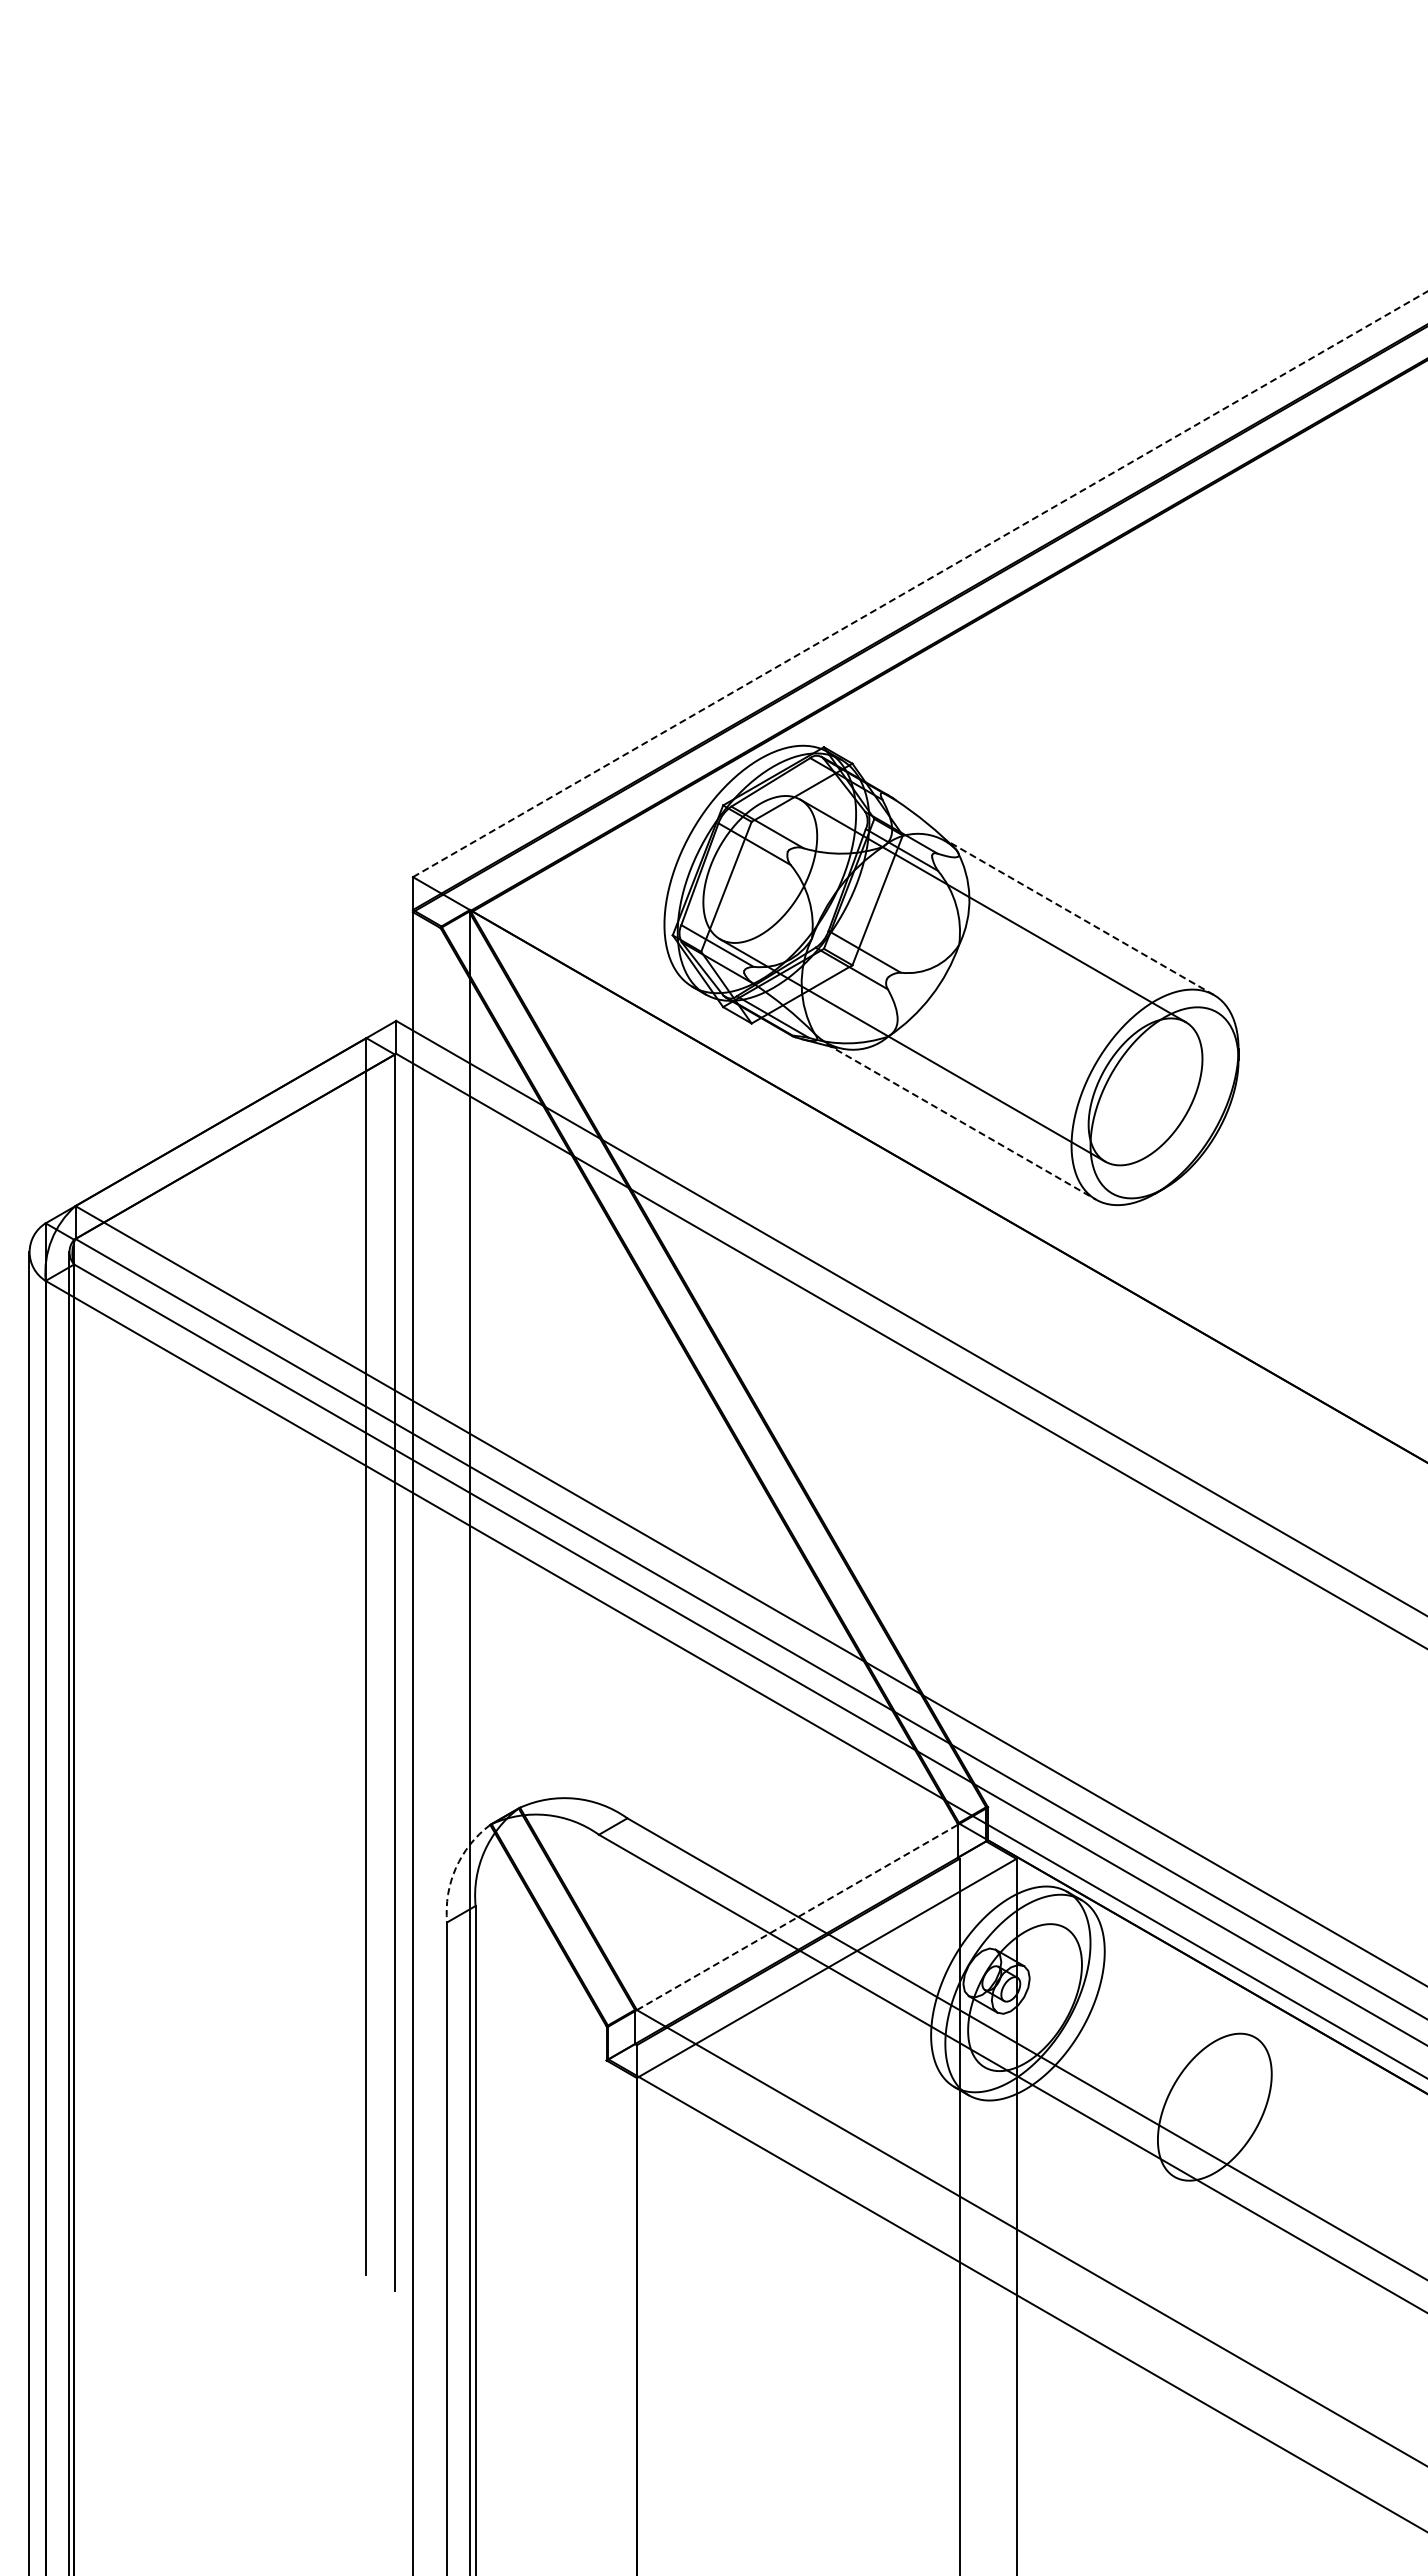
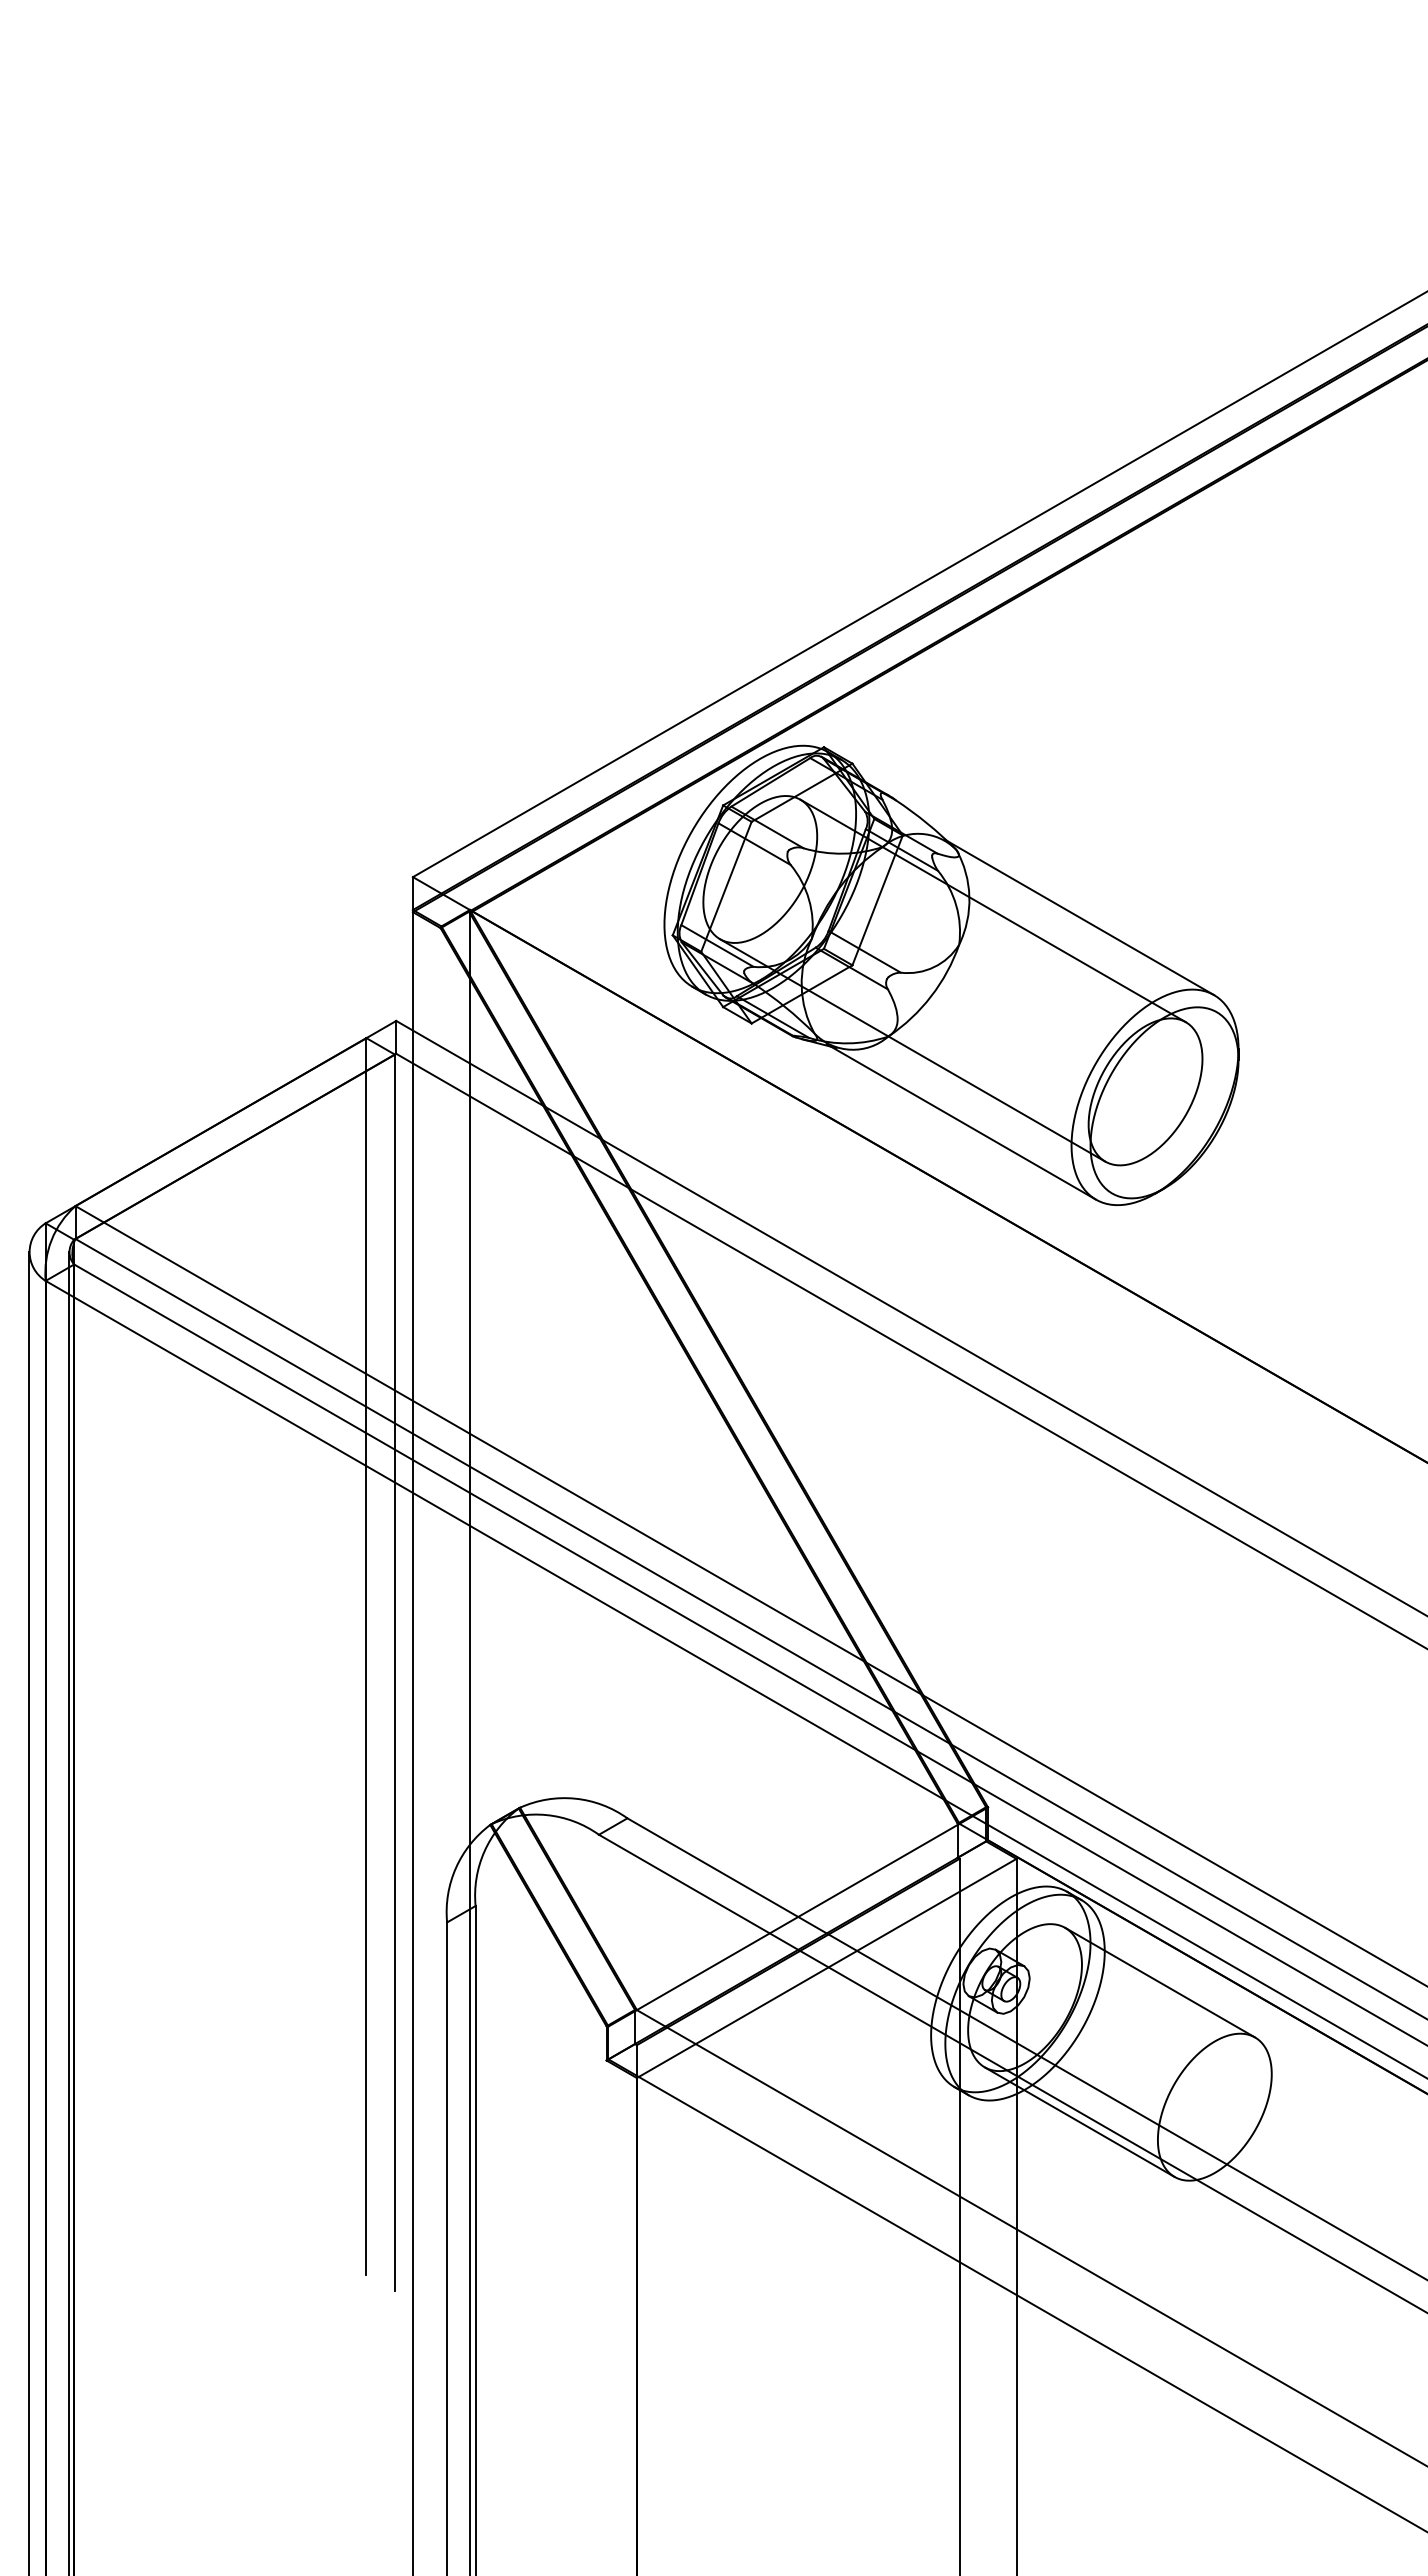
line at (920, 584): dashed -> solid
line at (1079, 917): dashed -> solid
line at (961, 1121): dashed -> solid
arc at (455, 1868): dashed -> solid
line at (798, 1916): dashed -> solid
line at (1160, 1982): none -> present
line at (1079, 2121): none -> present
